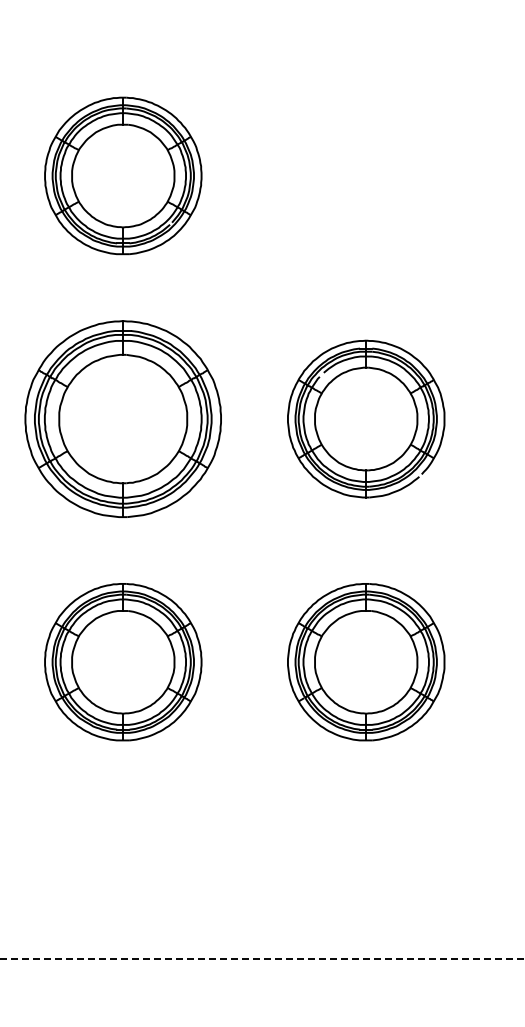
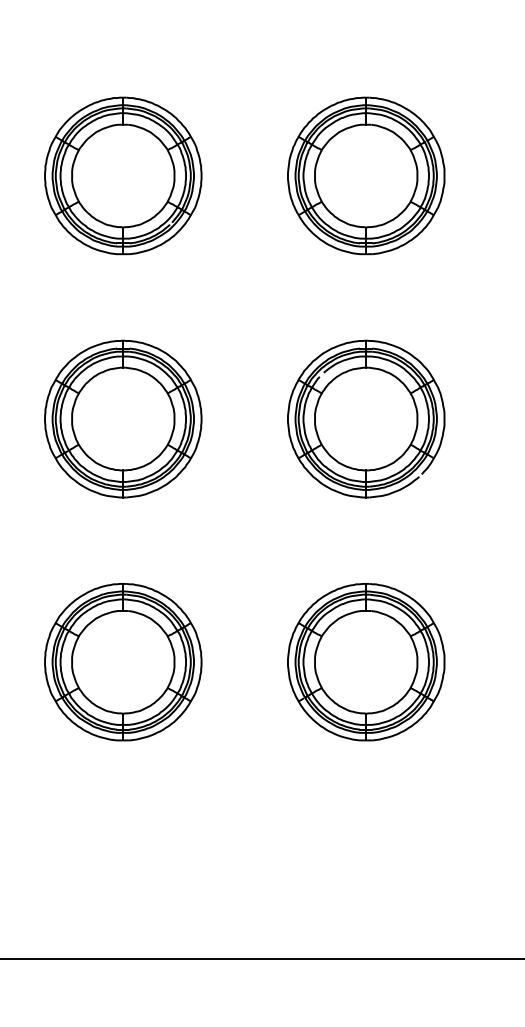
part at (366, 175): none -> present
part at (122, 418) size: 198x198 px -> 159x160 px
line at (262, 959): dashed -> solid
